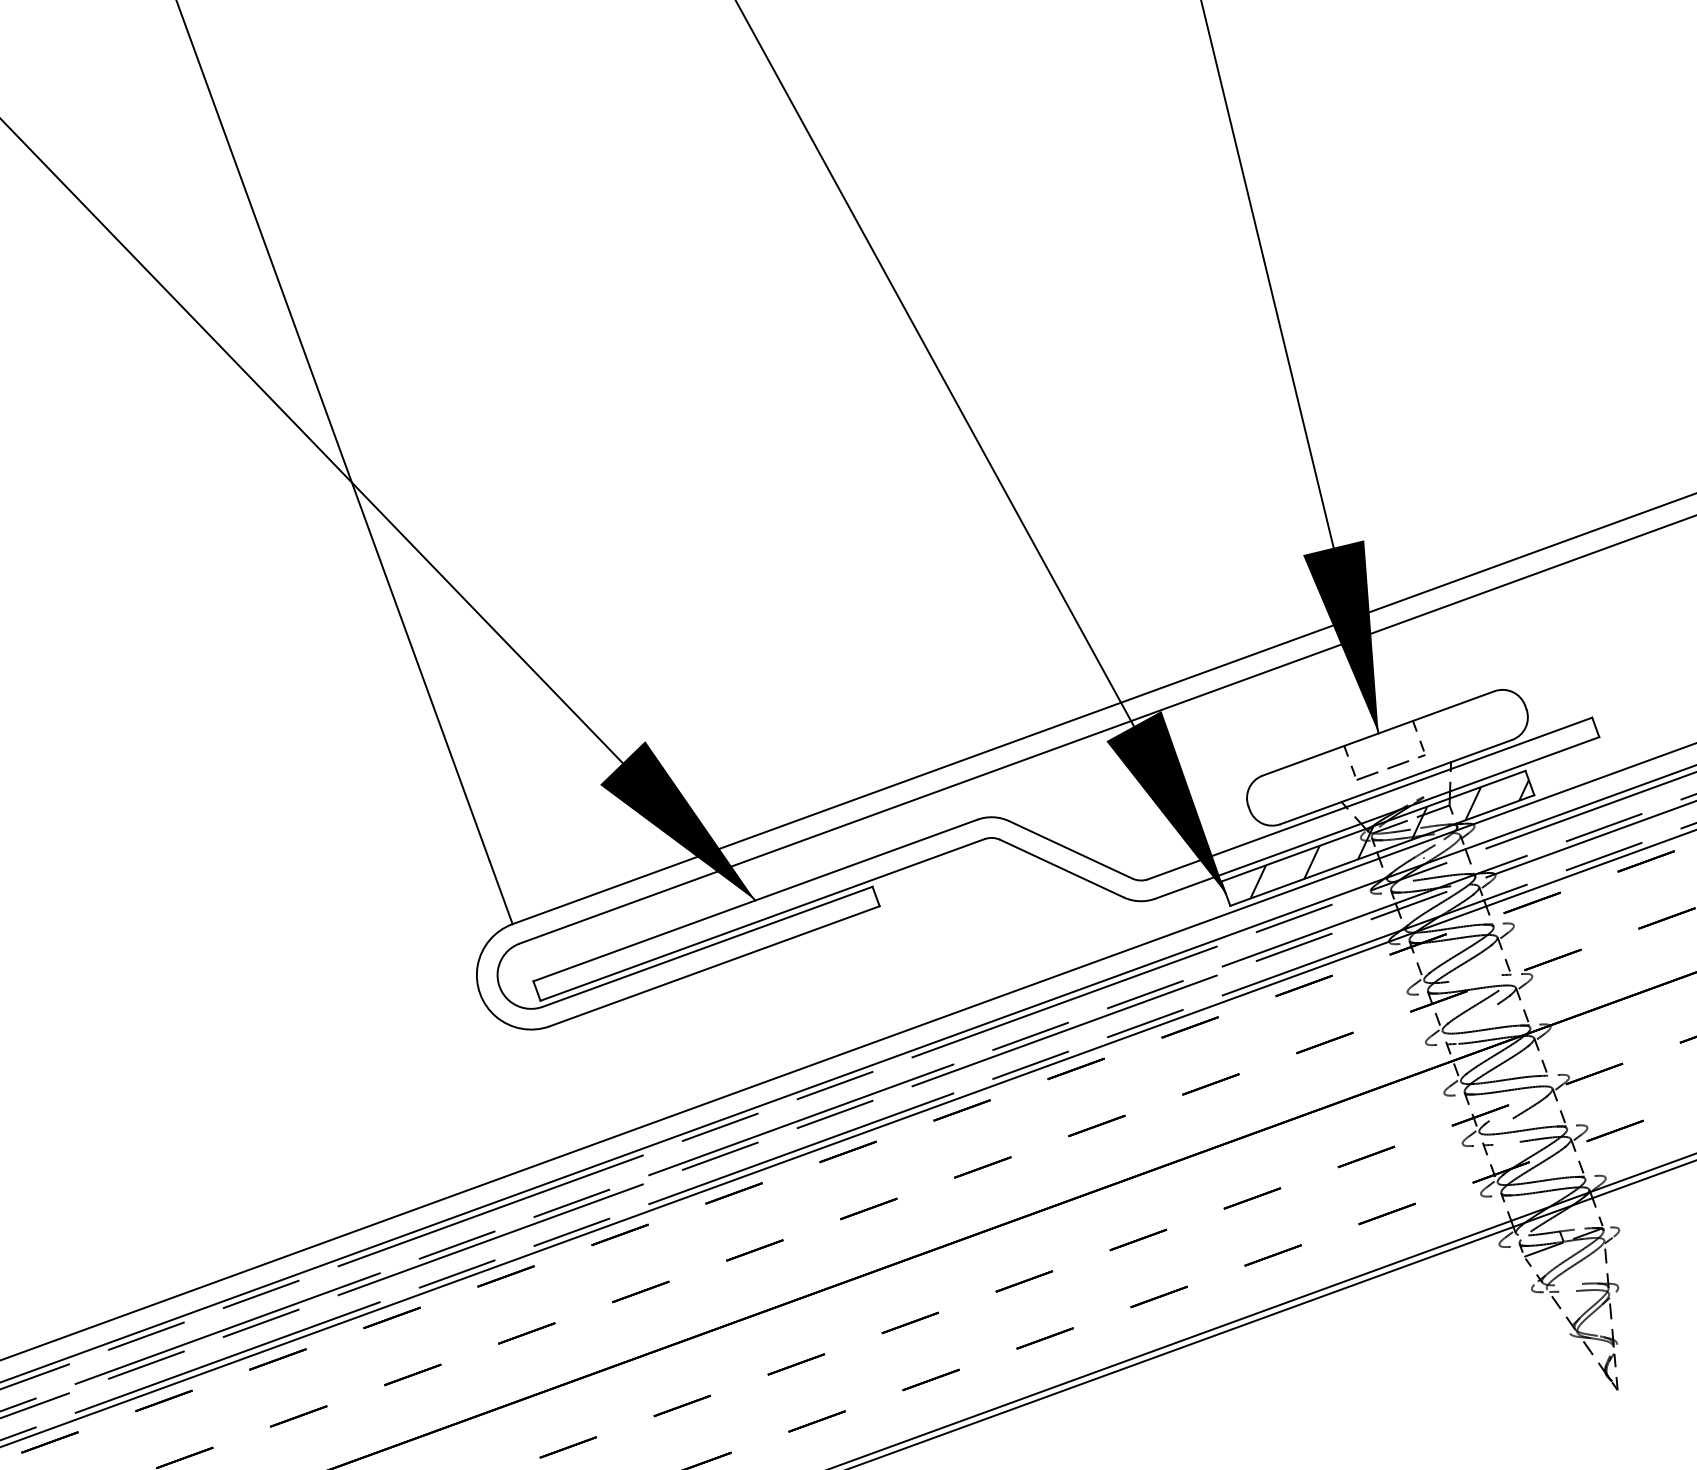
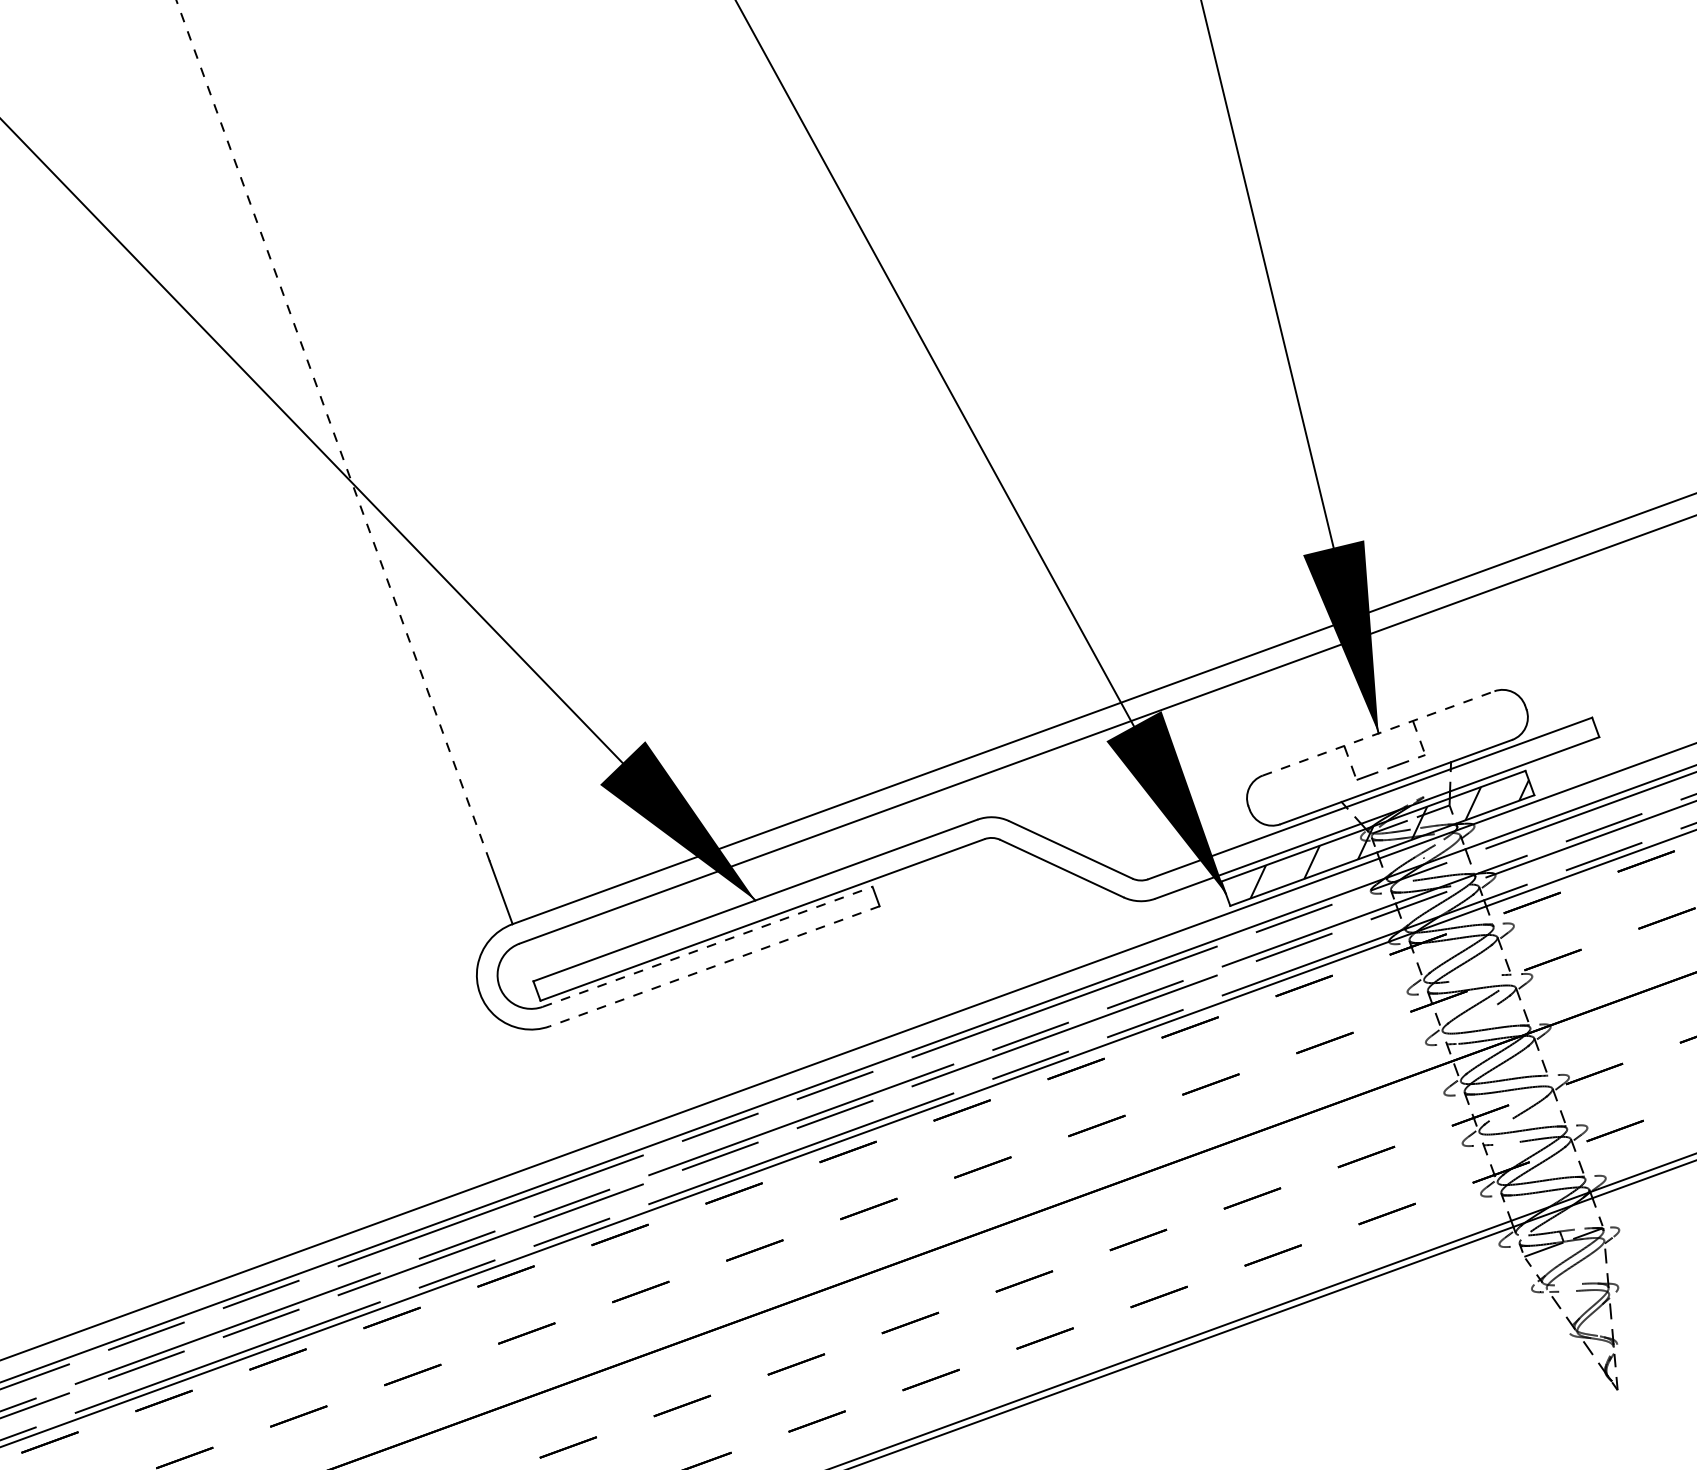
line at (333, 431): solid -> dashed
line at (1379, 733): solid -> dashed
line at (707, 946): solid -> dashed
line at (714, 966): solid -> dashed
